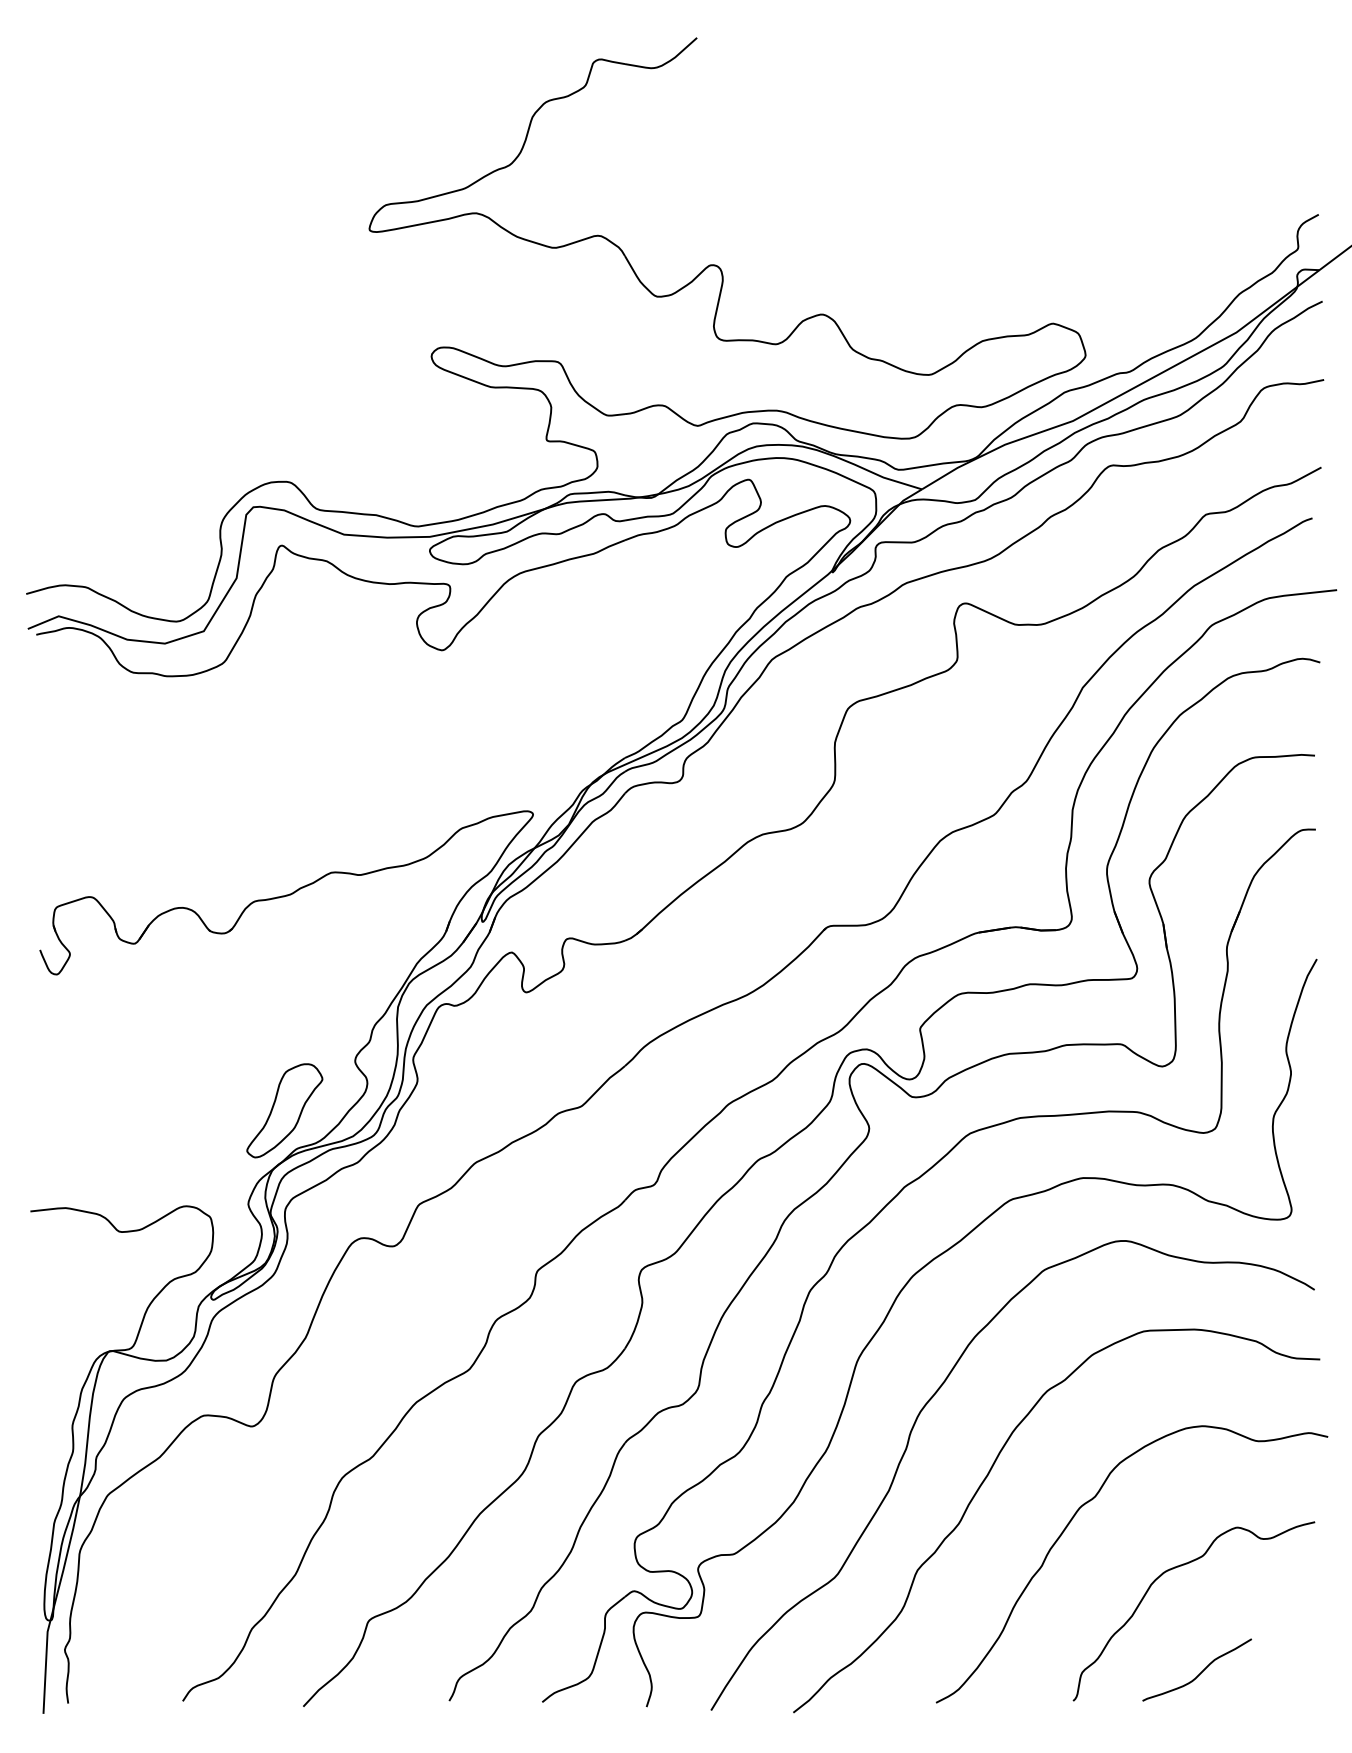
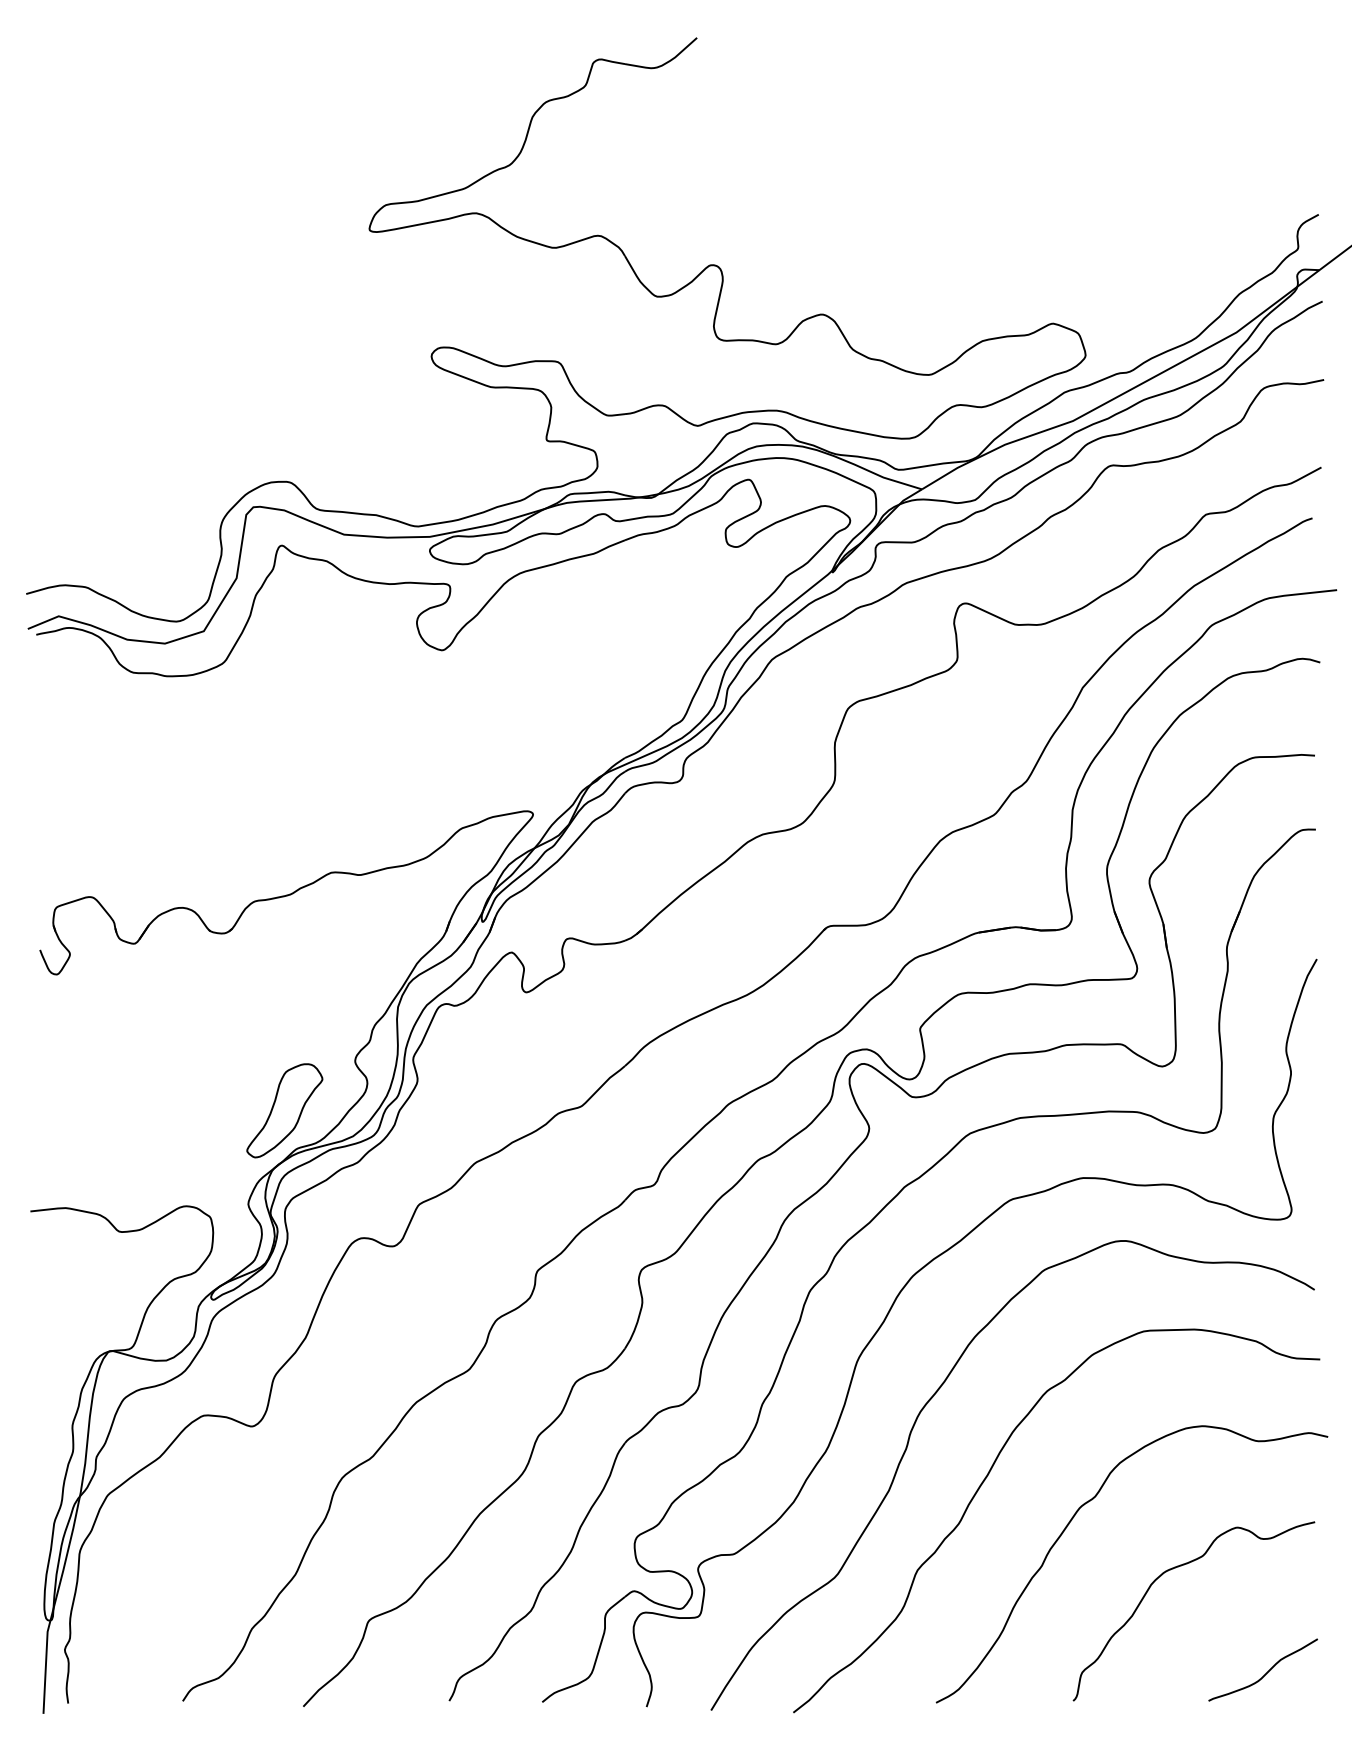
curve at (1200, 1672) position: (1200, 1672) -> (1266, 1672)
